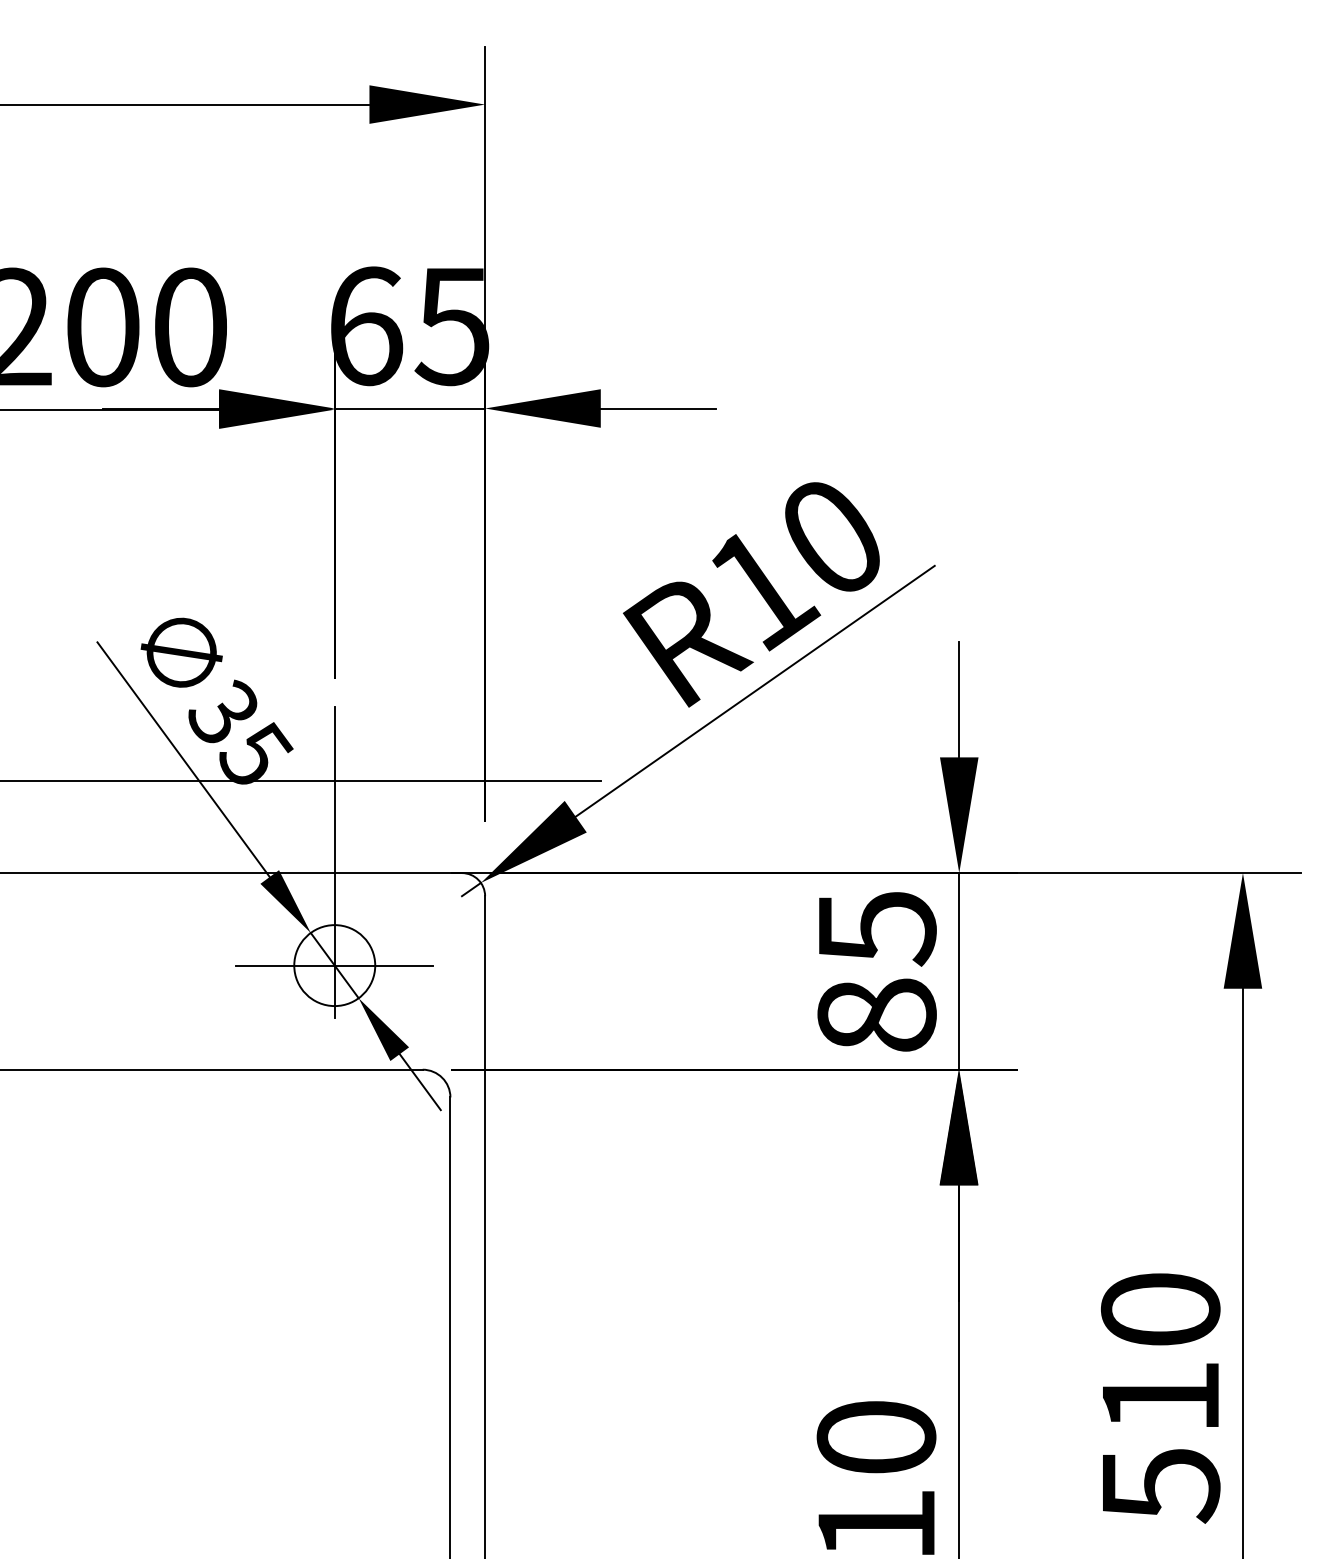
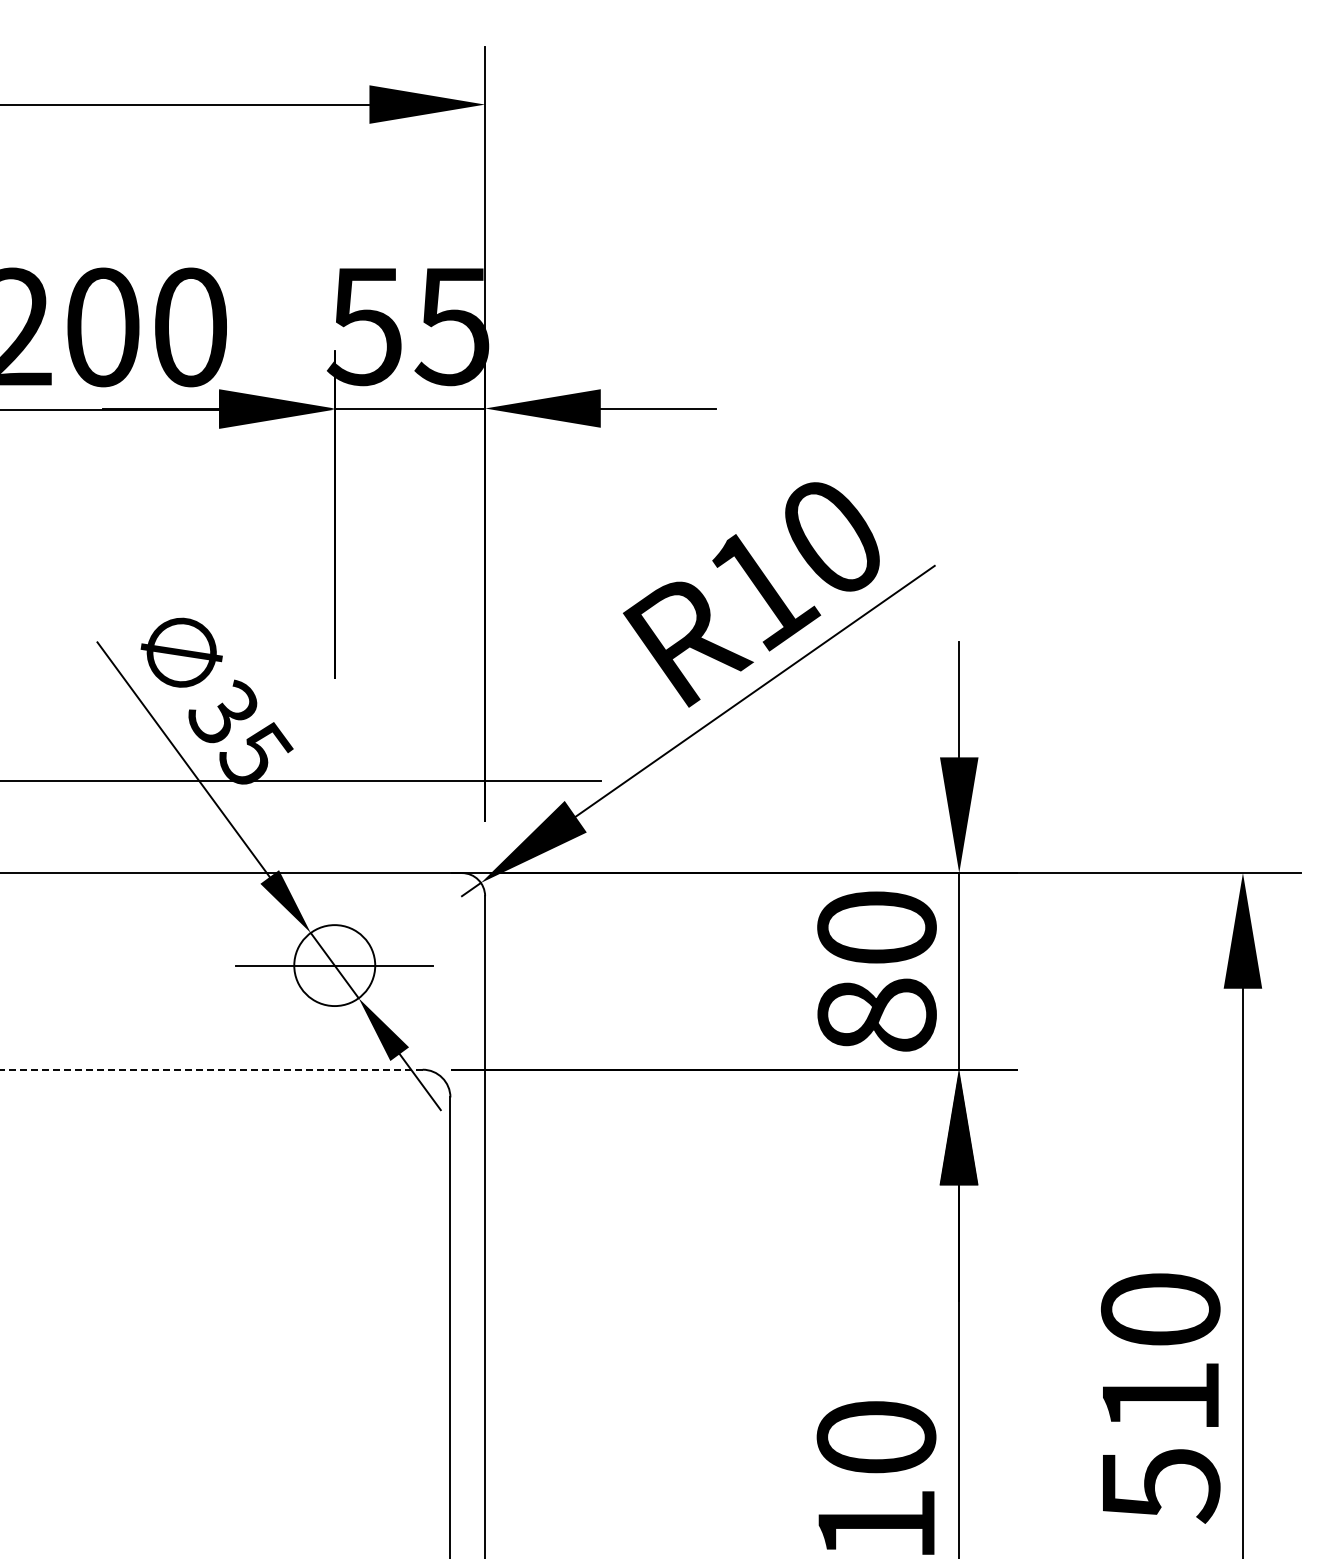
text at (364, 326): 65 -> 55
line at (334, 862): present -> none
text at (876, 928): 85 -> 80
line at (211, 1069): solid -> dashed
